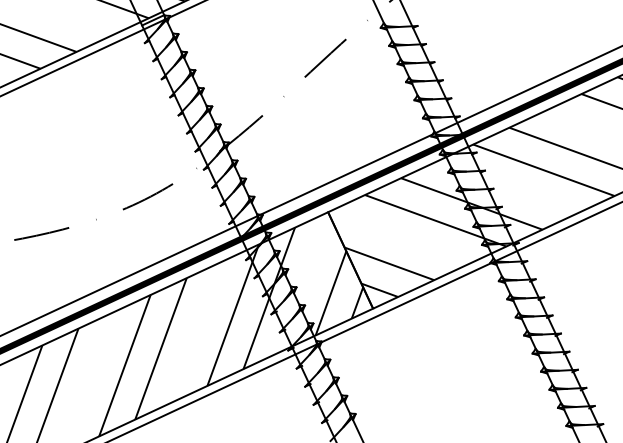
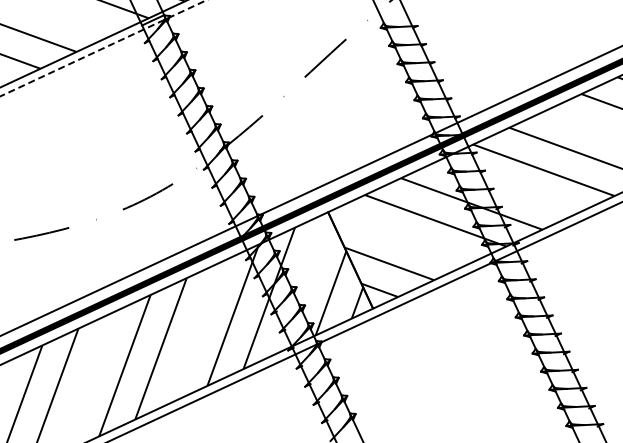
line at (103, 48): solid -> dashed
